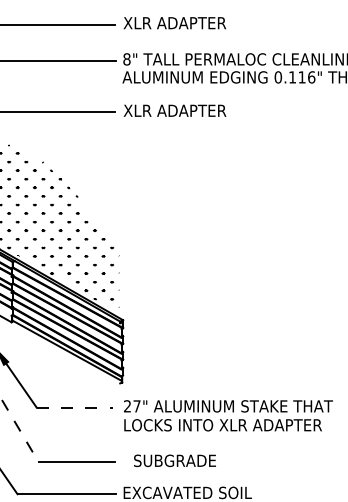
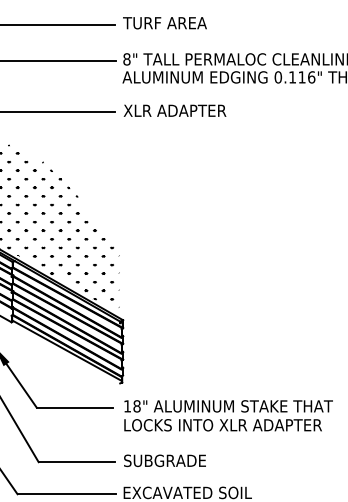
text at (174, 23): XLR ADAPTER -> TURF AREA
text at (132, 406): 27" -> 18"
line at (75, 407): dashed -> solid
line at (19, 429): dashed -> solid
text at (174, 460) position: (174, 460) -> (164, 460)
